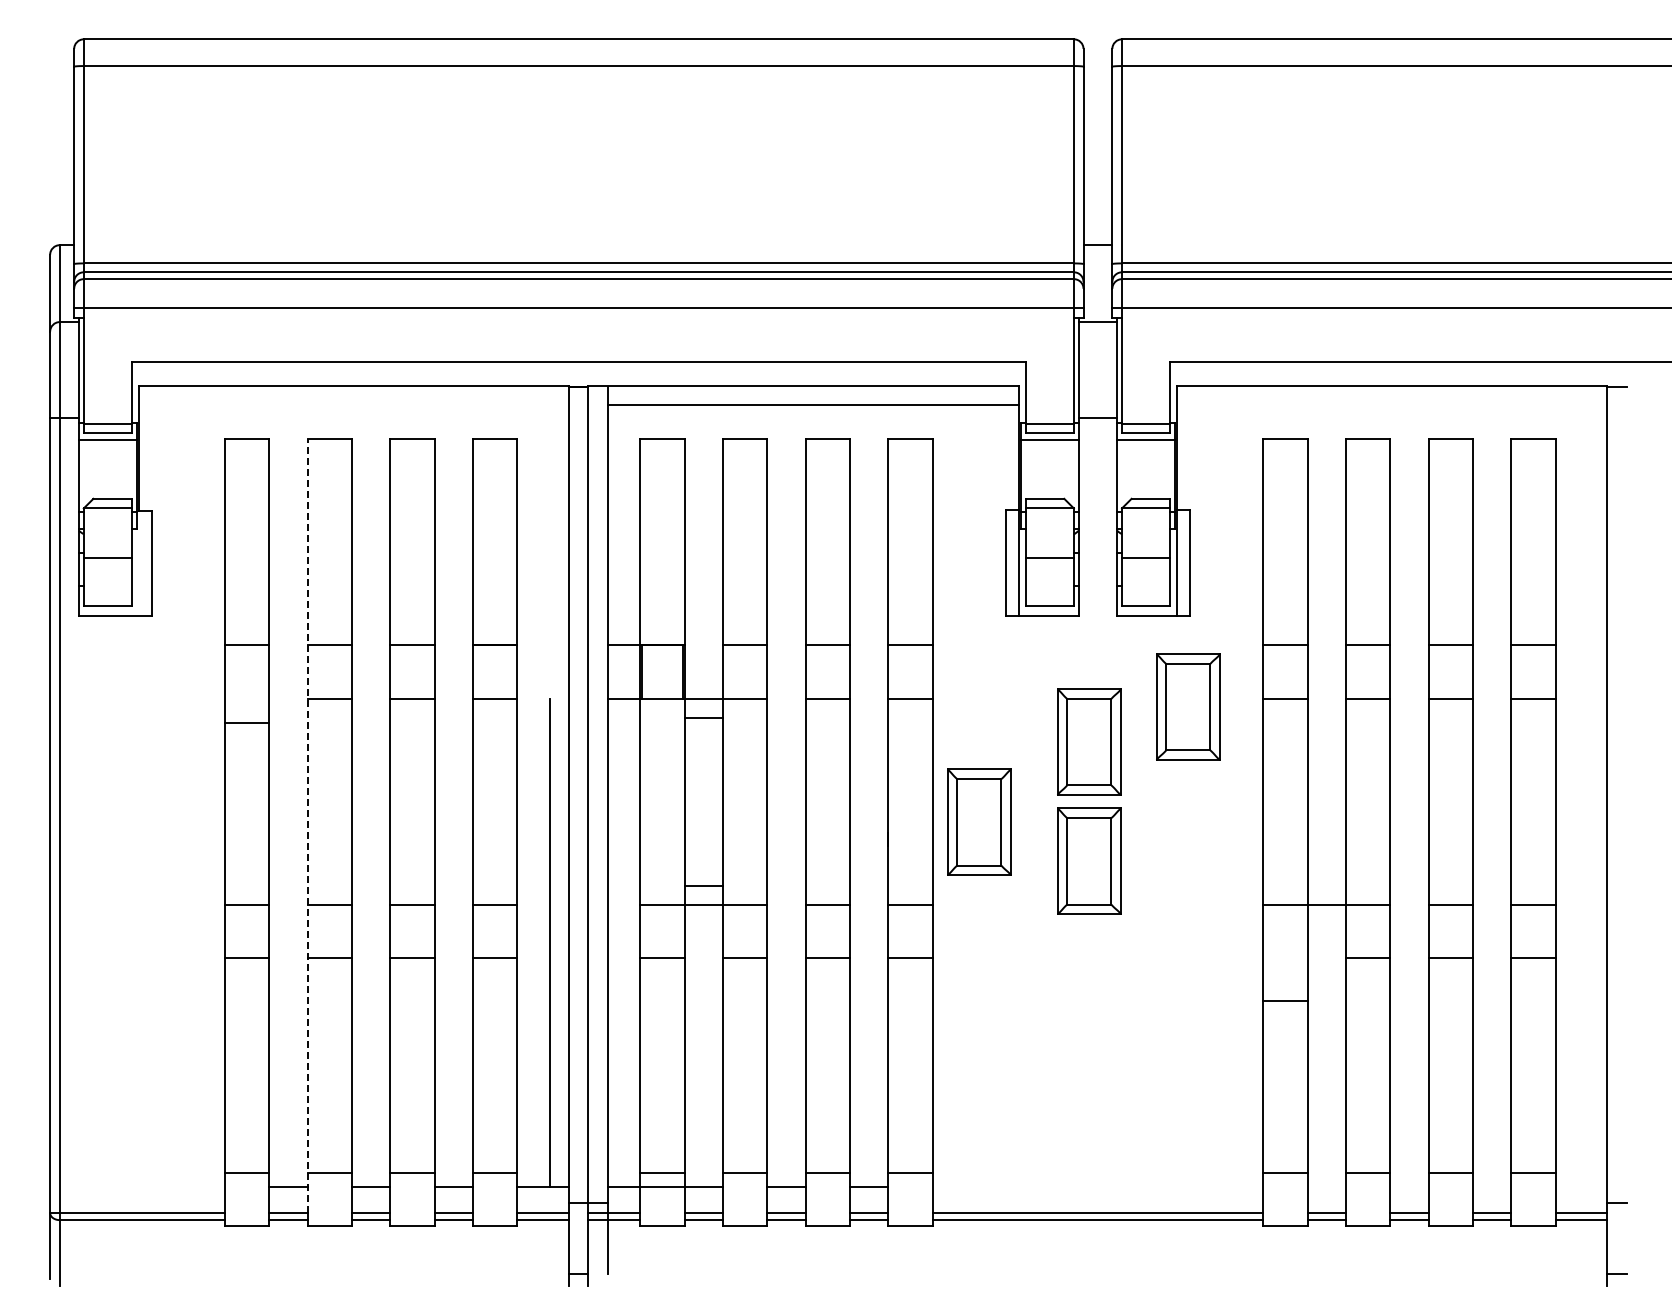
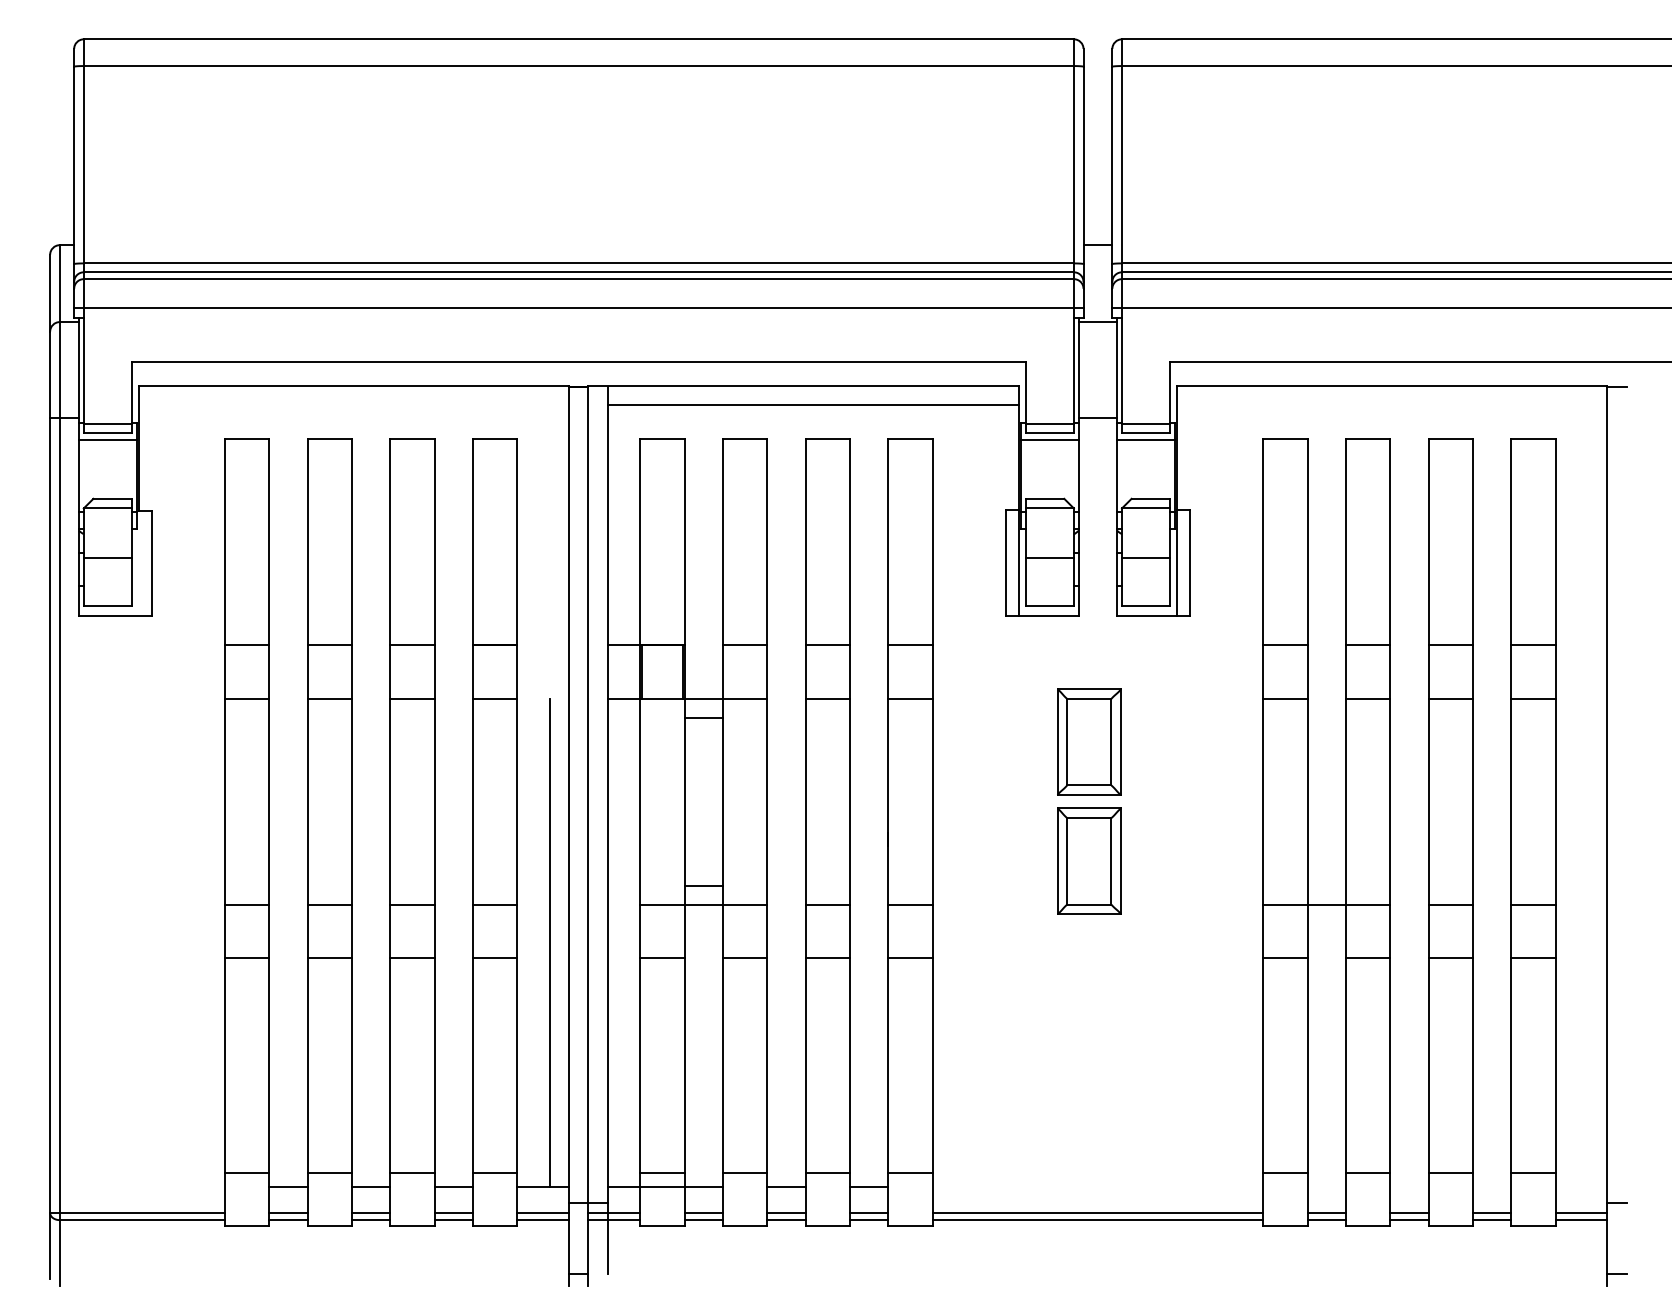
part at (1188, 706): present -> none
line at (247, 722) position: (247, 722) -> (247, 698)
part at (979, 821): present -> none
line at (307, 826): dashed -> solid
line at (1285, 1001) position: (1285, 1001) -> (1285, 958)
